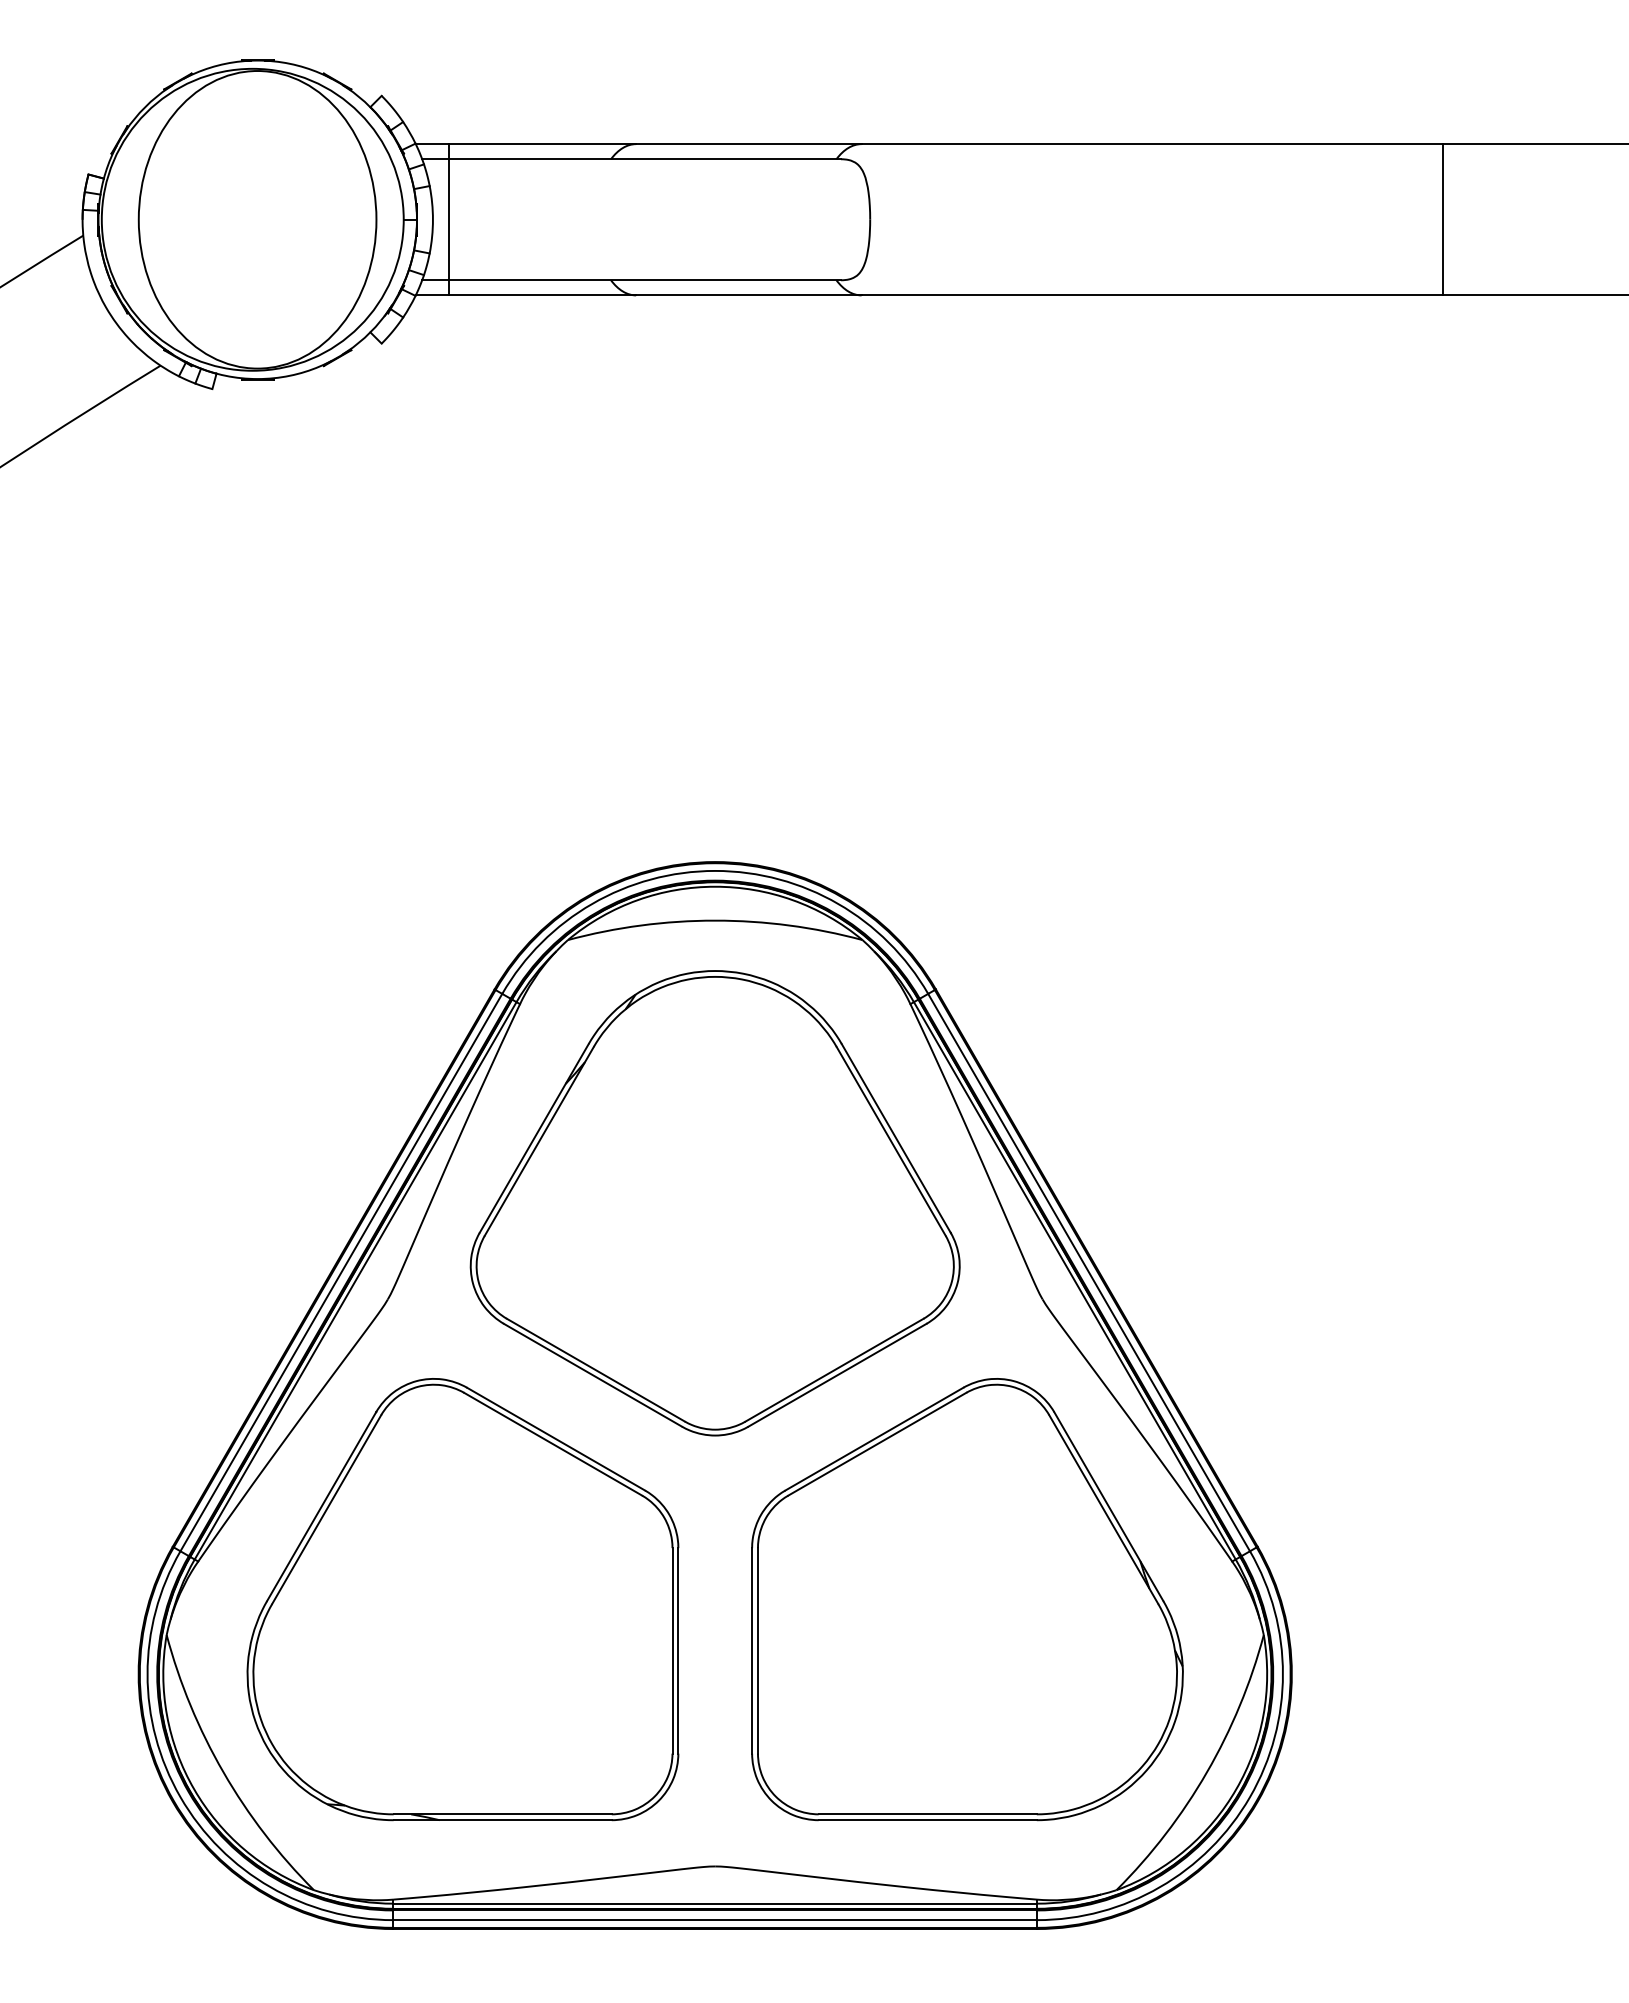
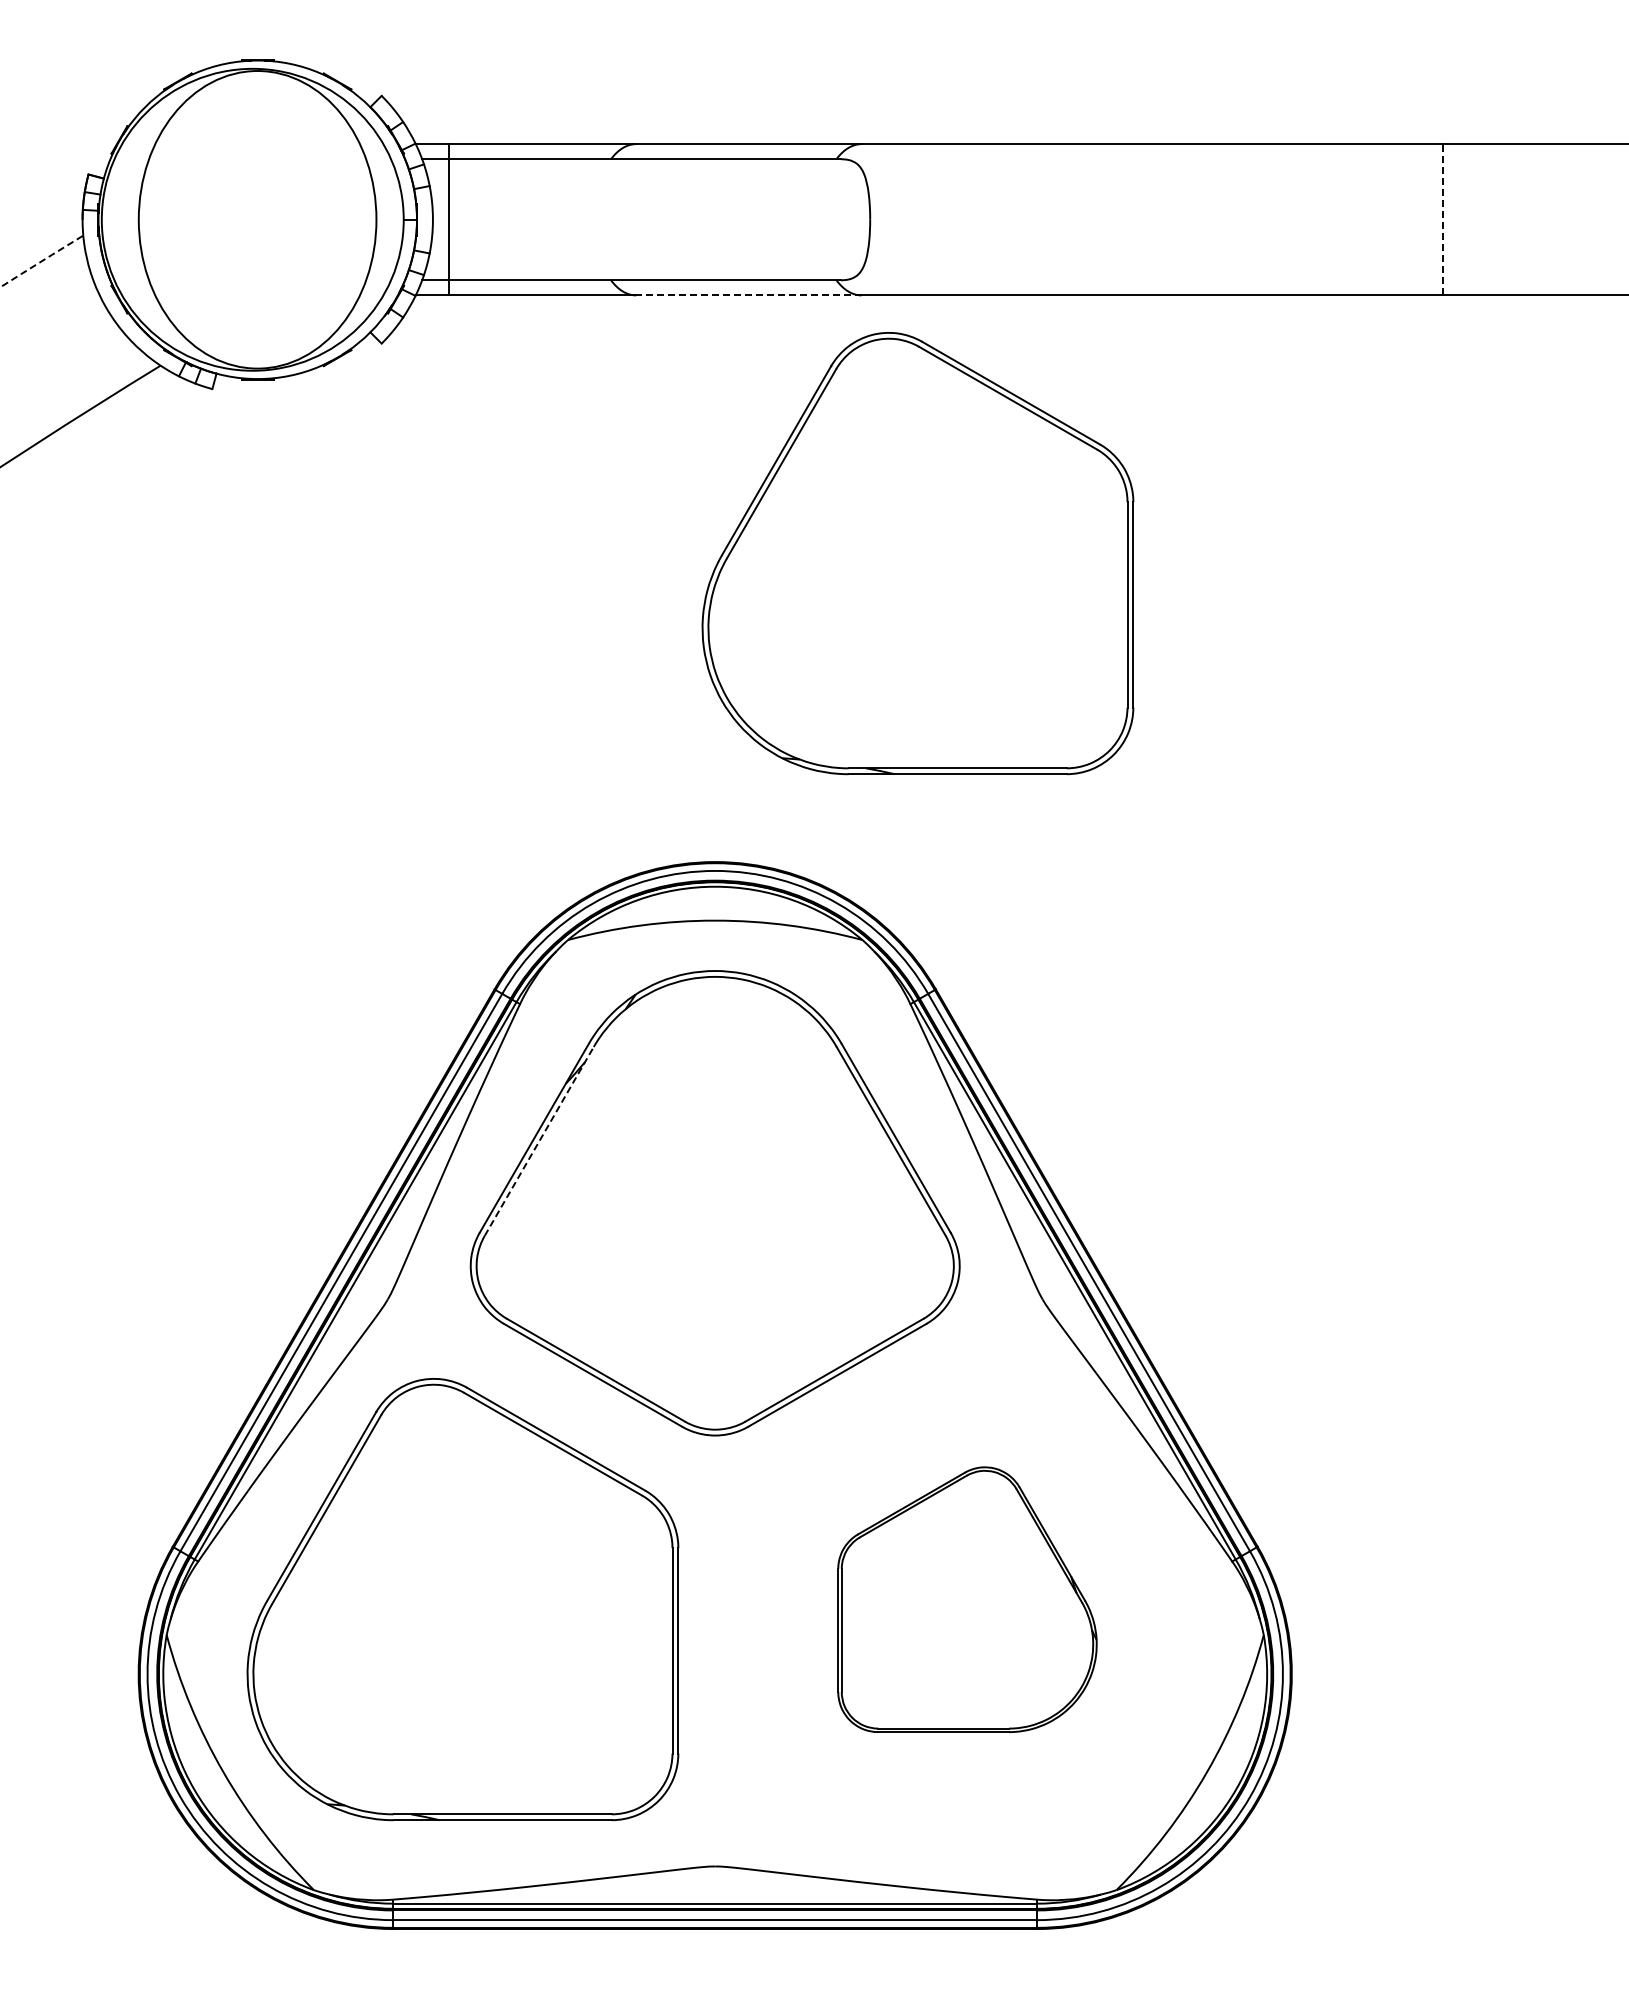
line at (1443, 219): solid -> dashed
arc at (41, 261): solid -> dashed
line at (748, 295): solid -> dashed
part at (917, 553): none -> present
line at (539, 1141): solid -> dashed
part at (967, 1599) size: 433x444 px -> 261x267 px
